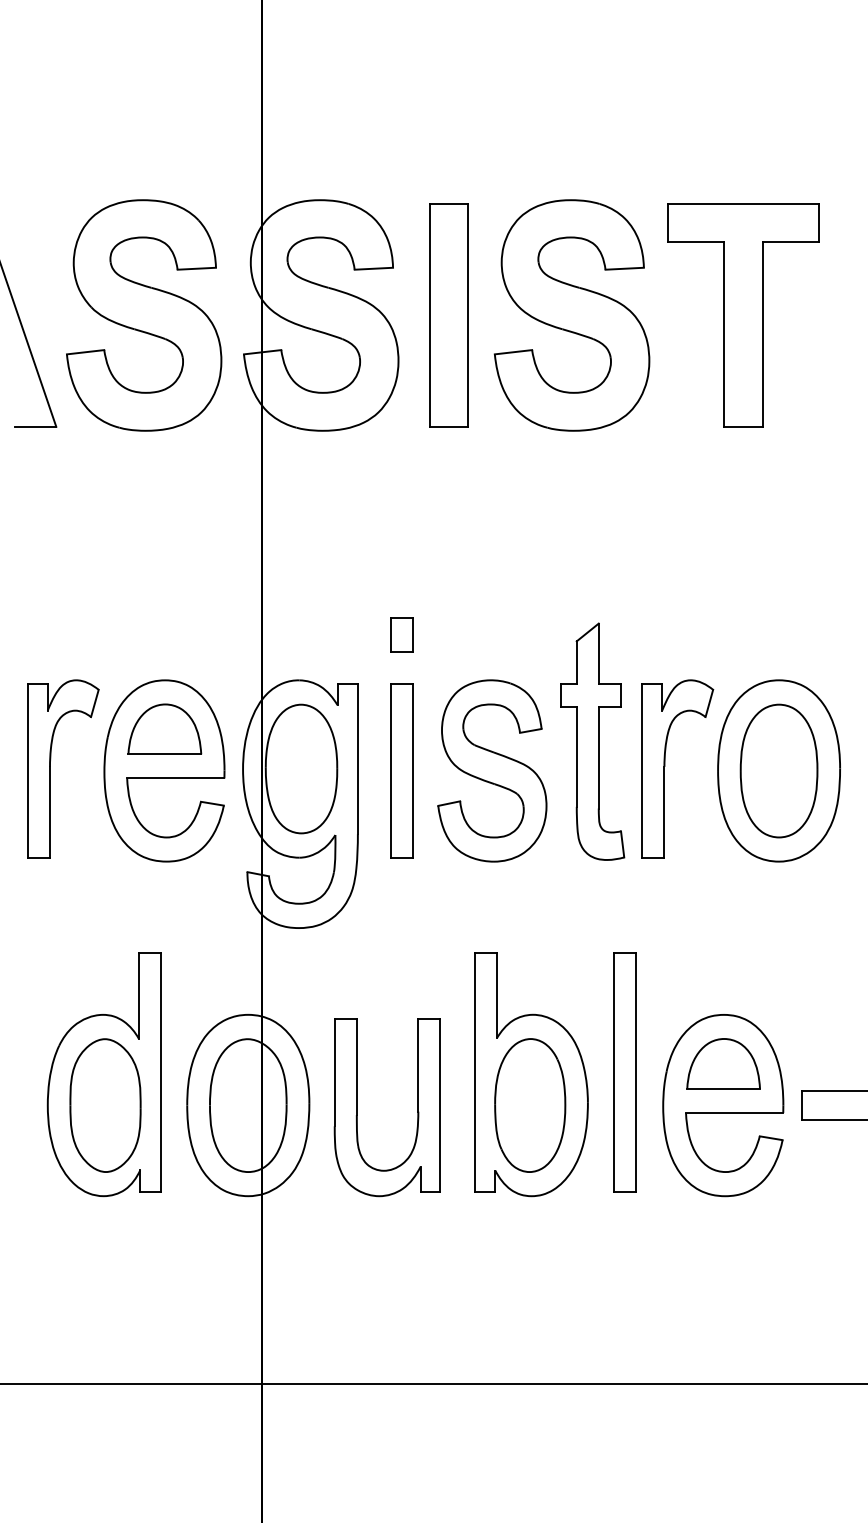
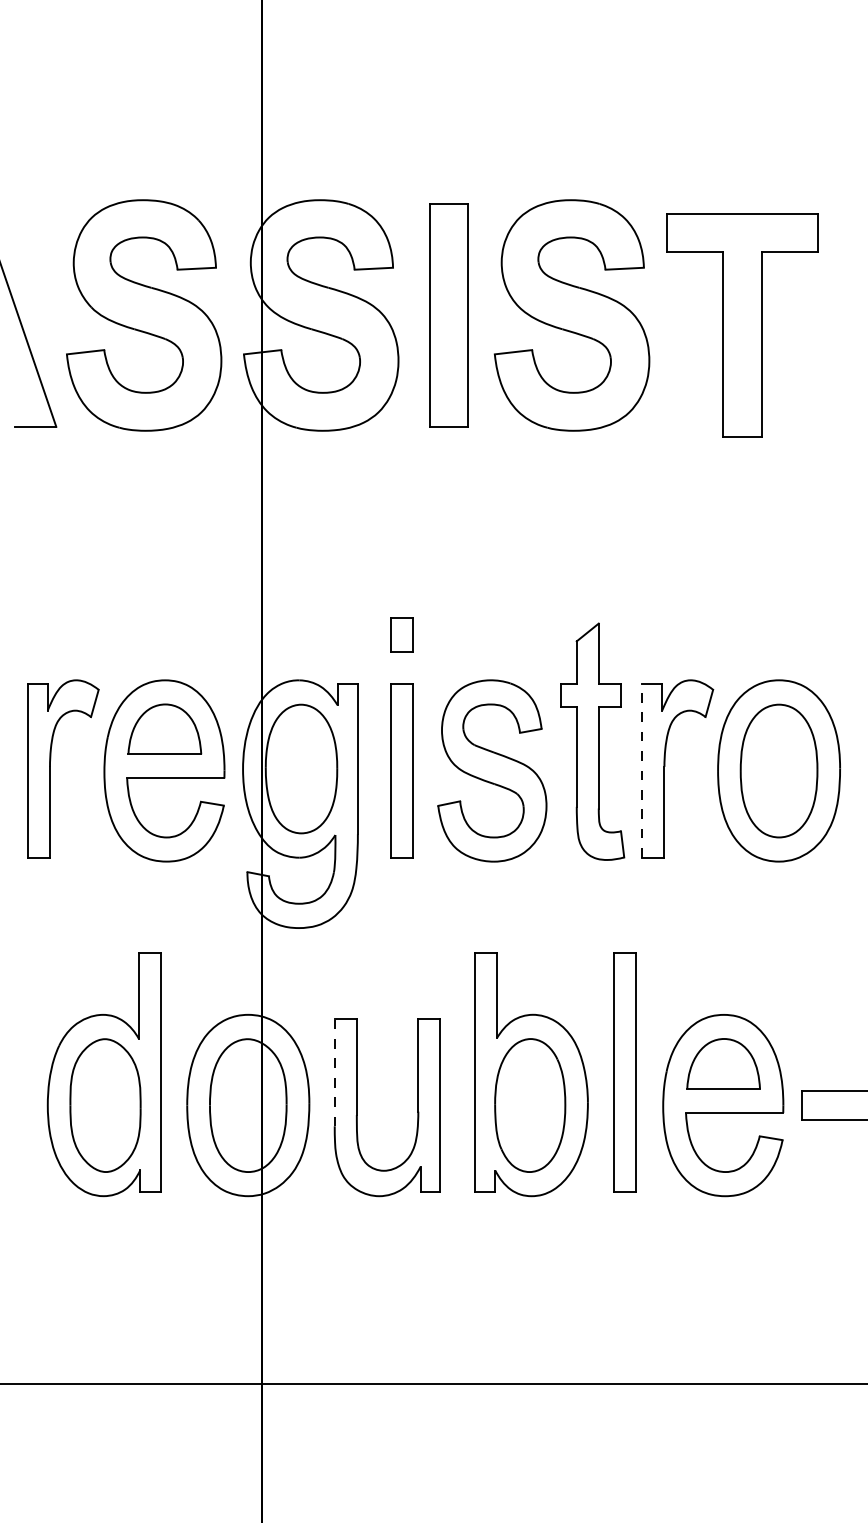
part at (743, 315) position: (743, 315) -> (742, 325)
line at (642, 770): solid -> dashed
line at (334, 1072): solid -> dashed
